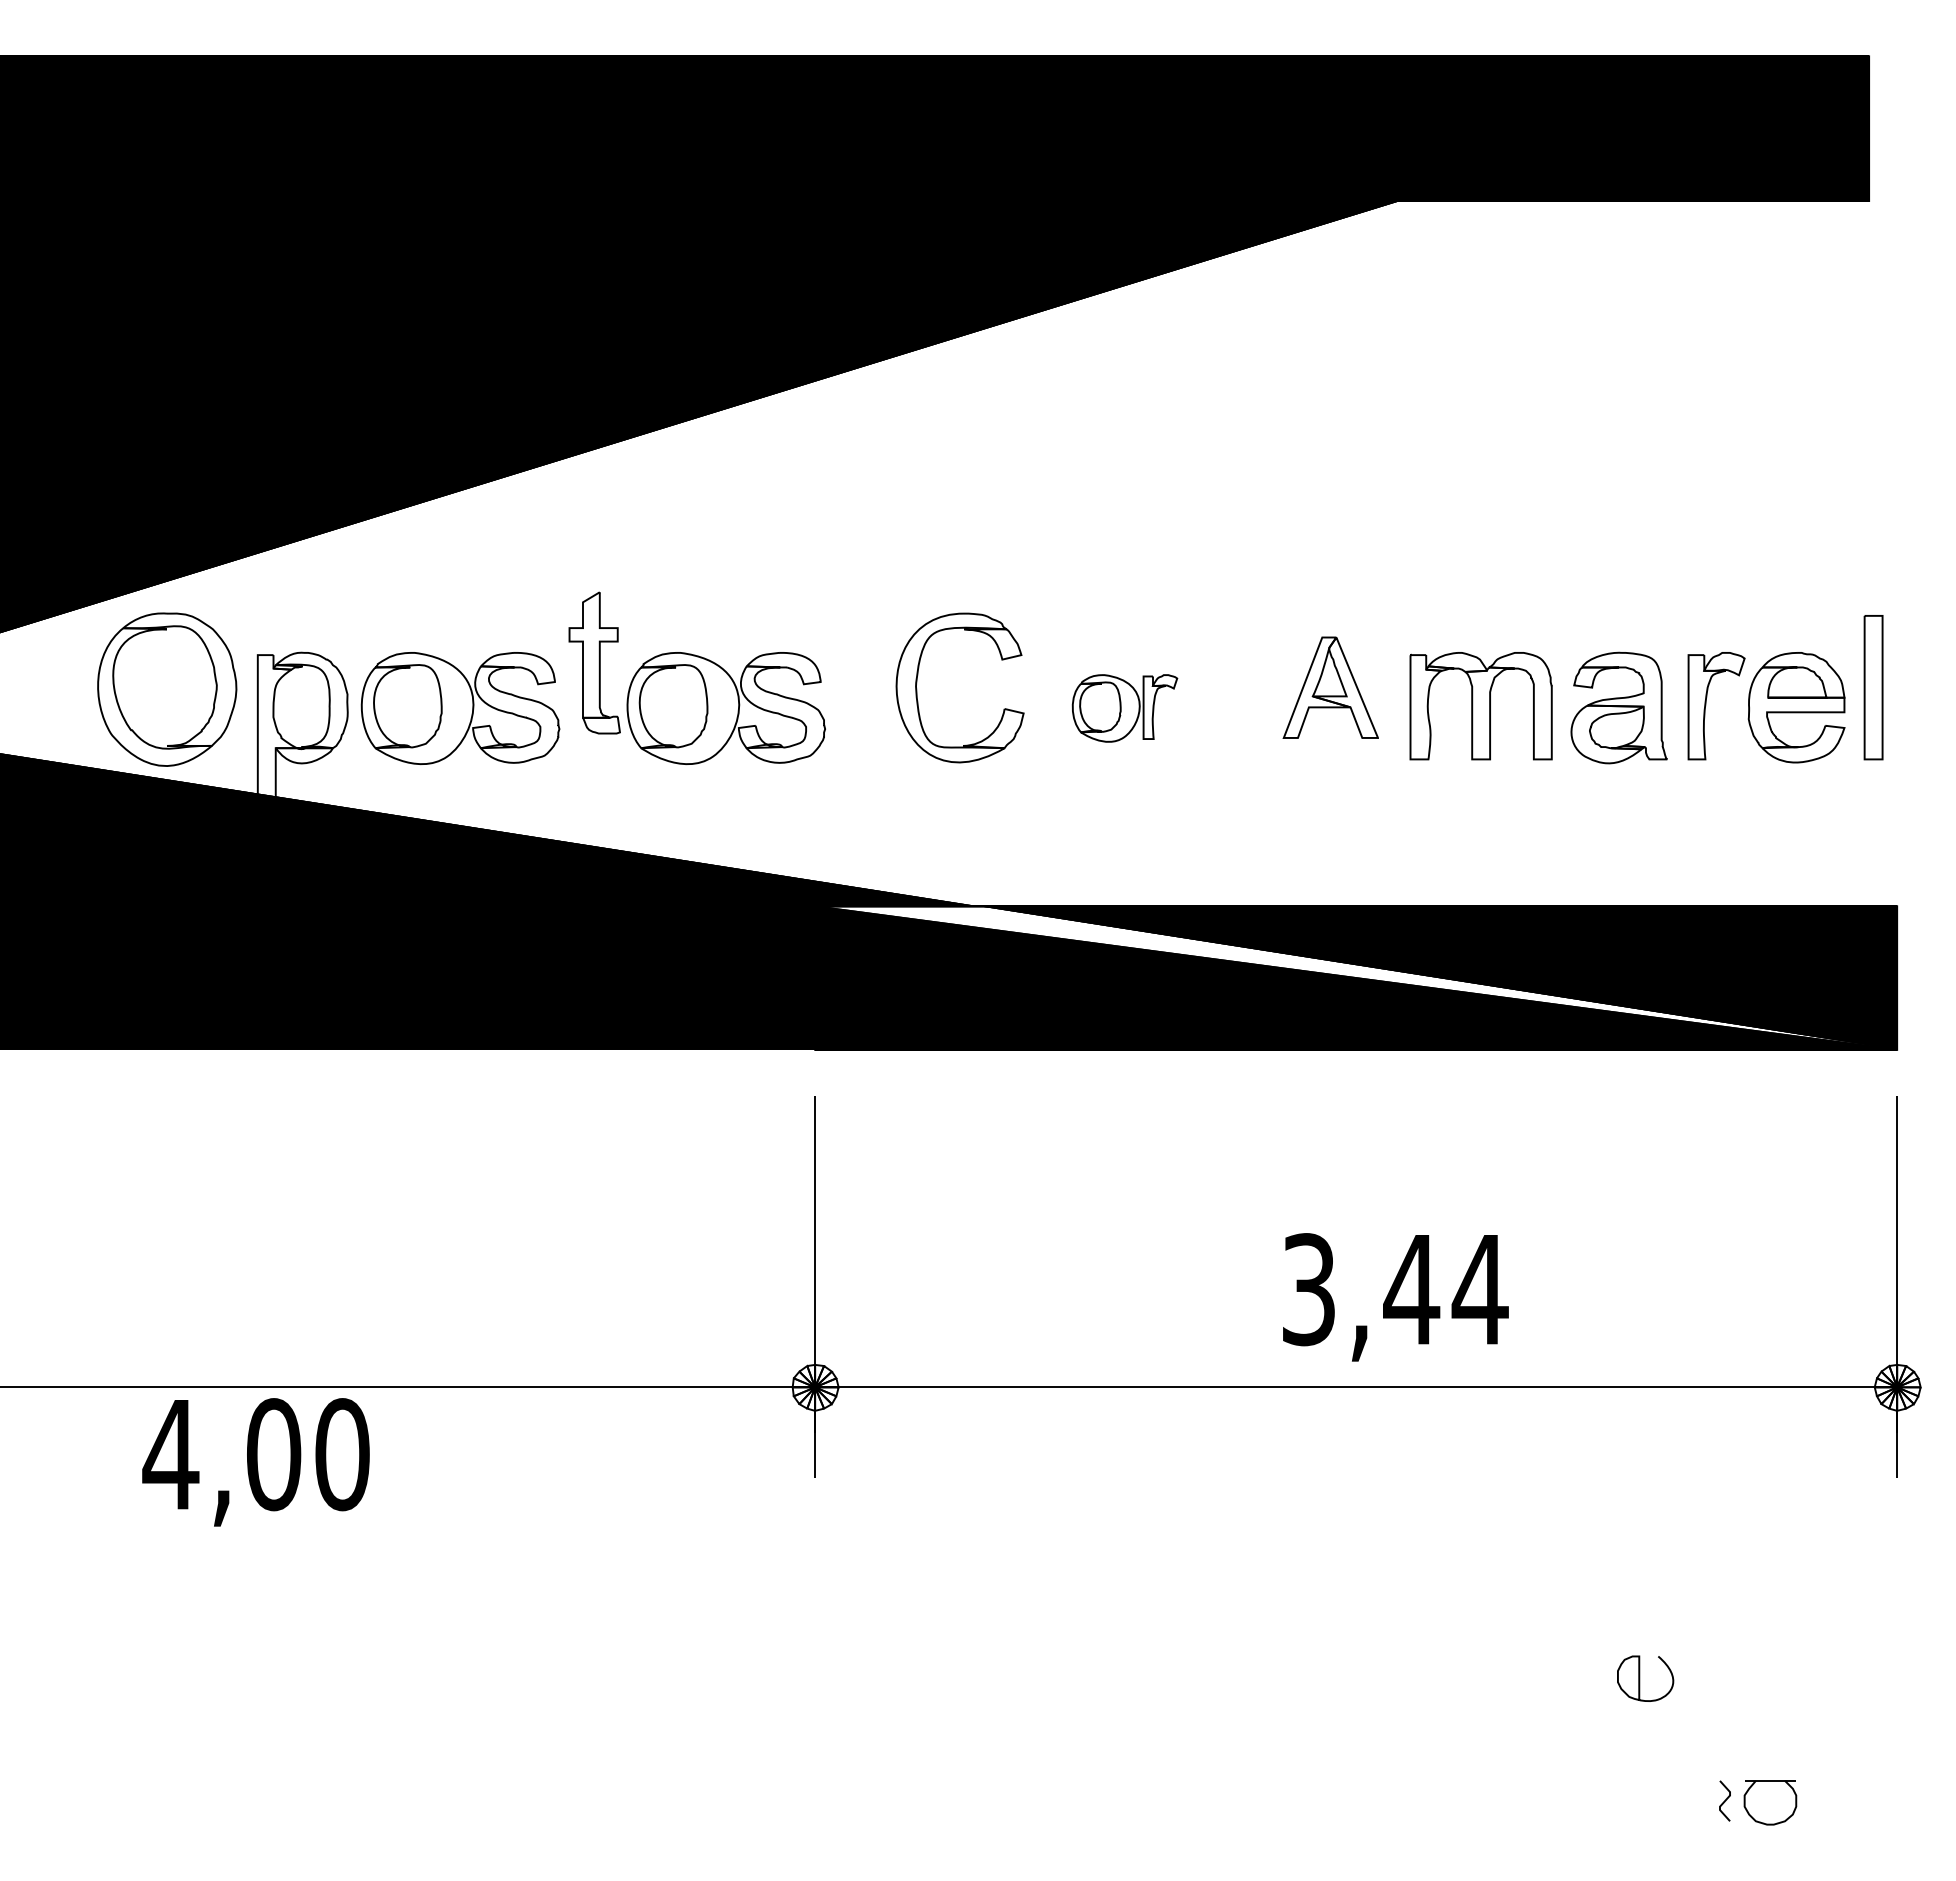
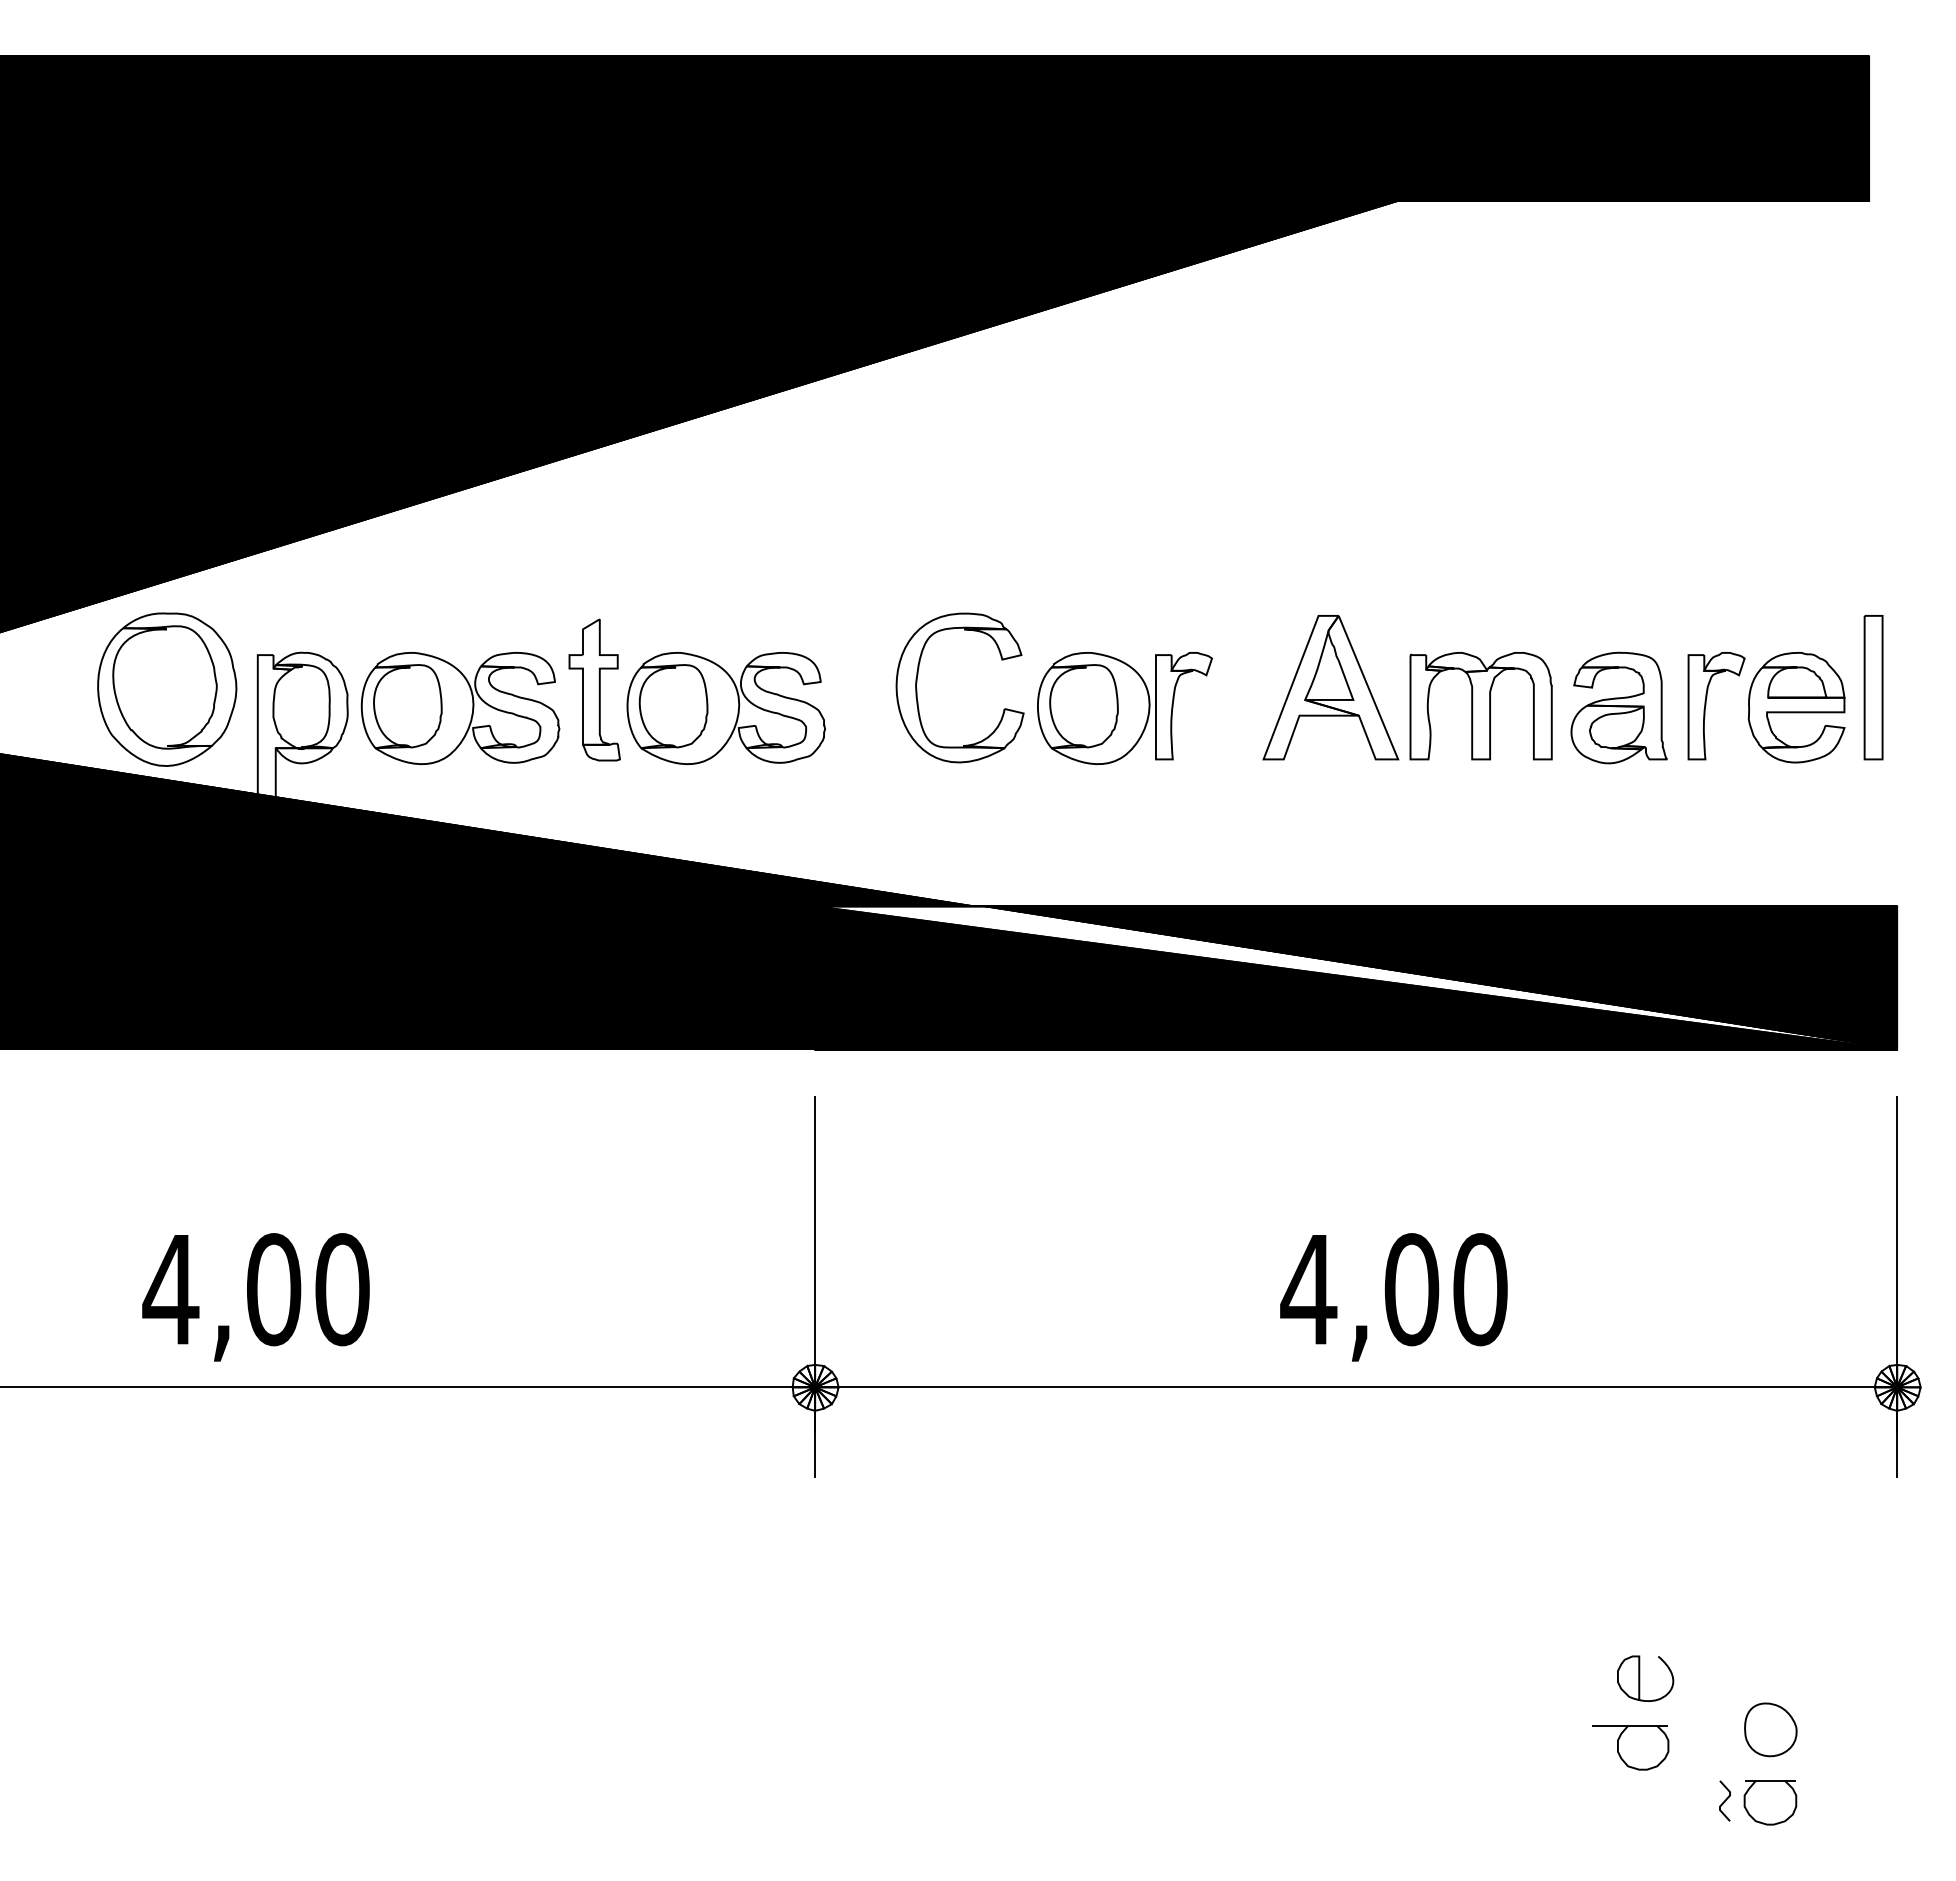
part at (594, 662) position: (594, 662) -> (594, 689)
part at (1330, 687) size: 97x103 px -> 138x146 px
part at (1124, 708) size: 108x69 px -> 176x113 px
text at (1394, 1289): 3,44 -> 4,00
text at (255, 1462) position: (255, 1462) -> (255, 1297)
part at (1770, 1729): none -> present
part at (1630, 1747): none -> present
